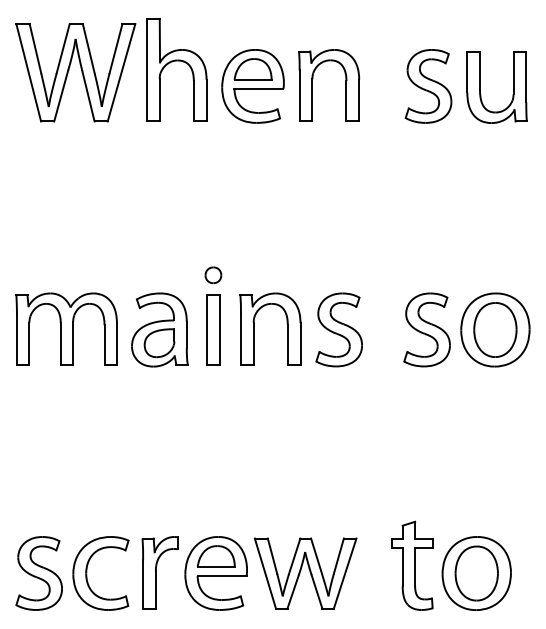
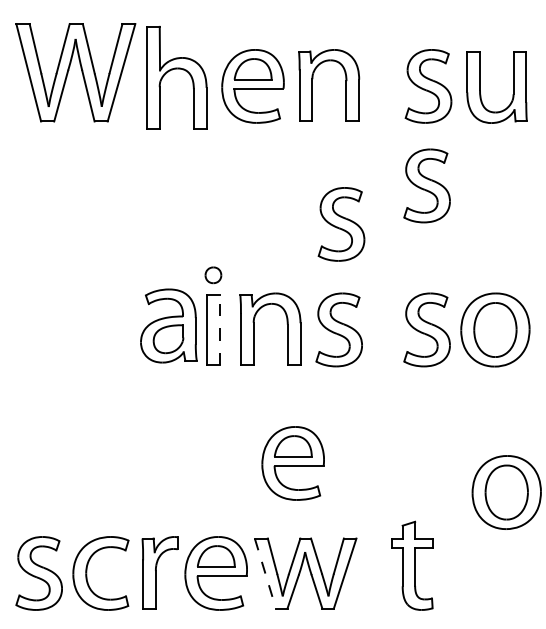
part at (176, 61) position: (176, 61) -> (176, 69)
part at (426, 185): none -> present
part at (341, 224): none -> present
part at (66, 328): present -> none
part at (159, 329) position: (159, 329) -> (168, 325)
line at (219, 330): solid -> dashed
part at (292, 463): none -> present
line at (265, 573): solid -> dashed
part at (476, 573) position: (476, 573) -> (506, 492)
